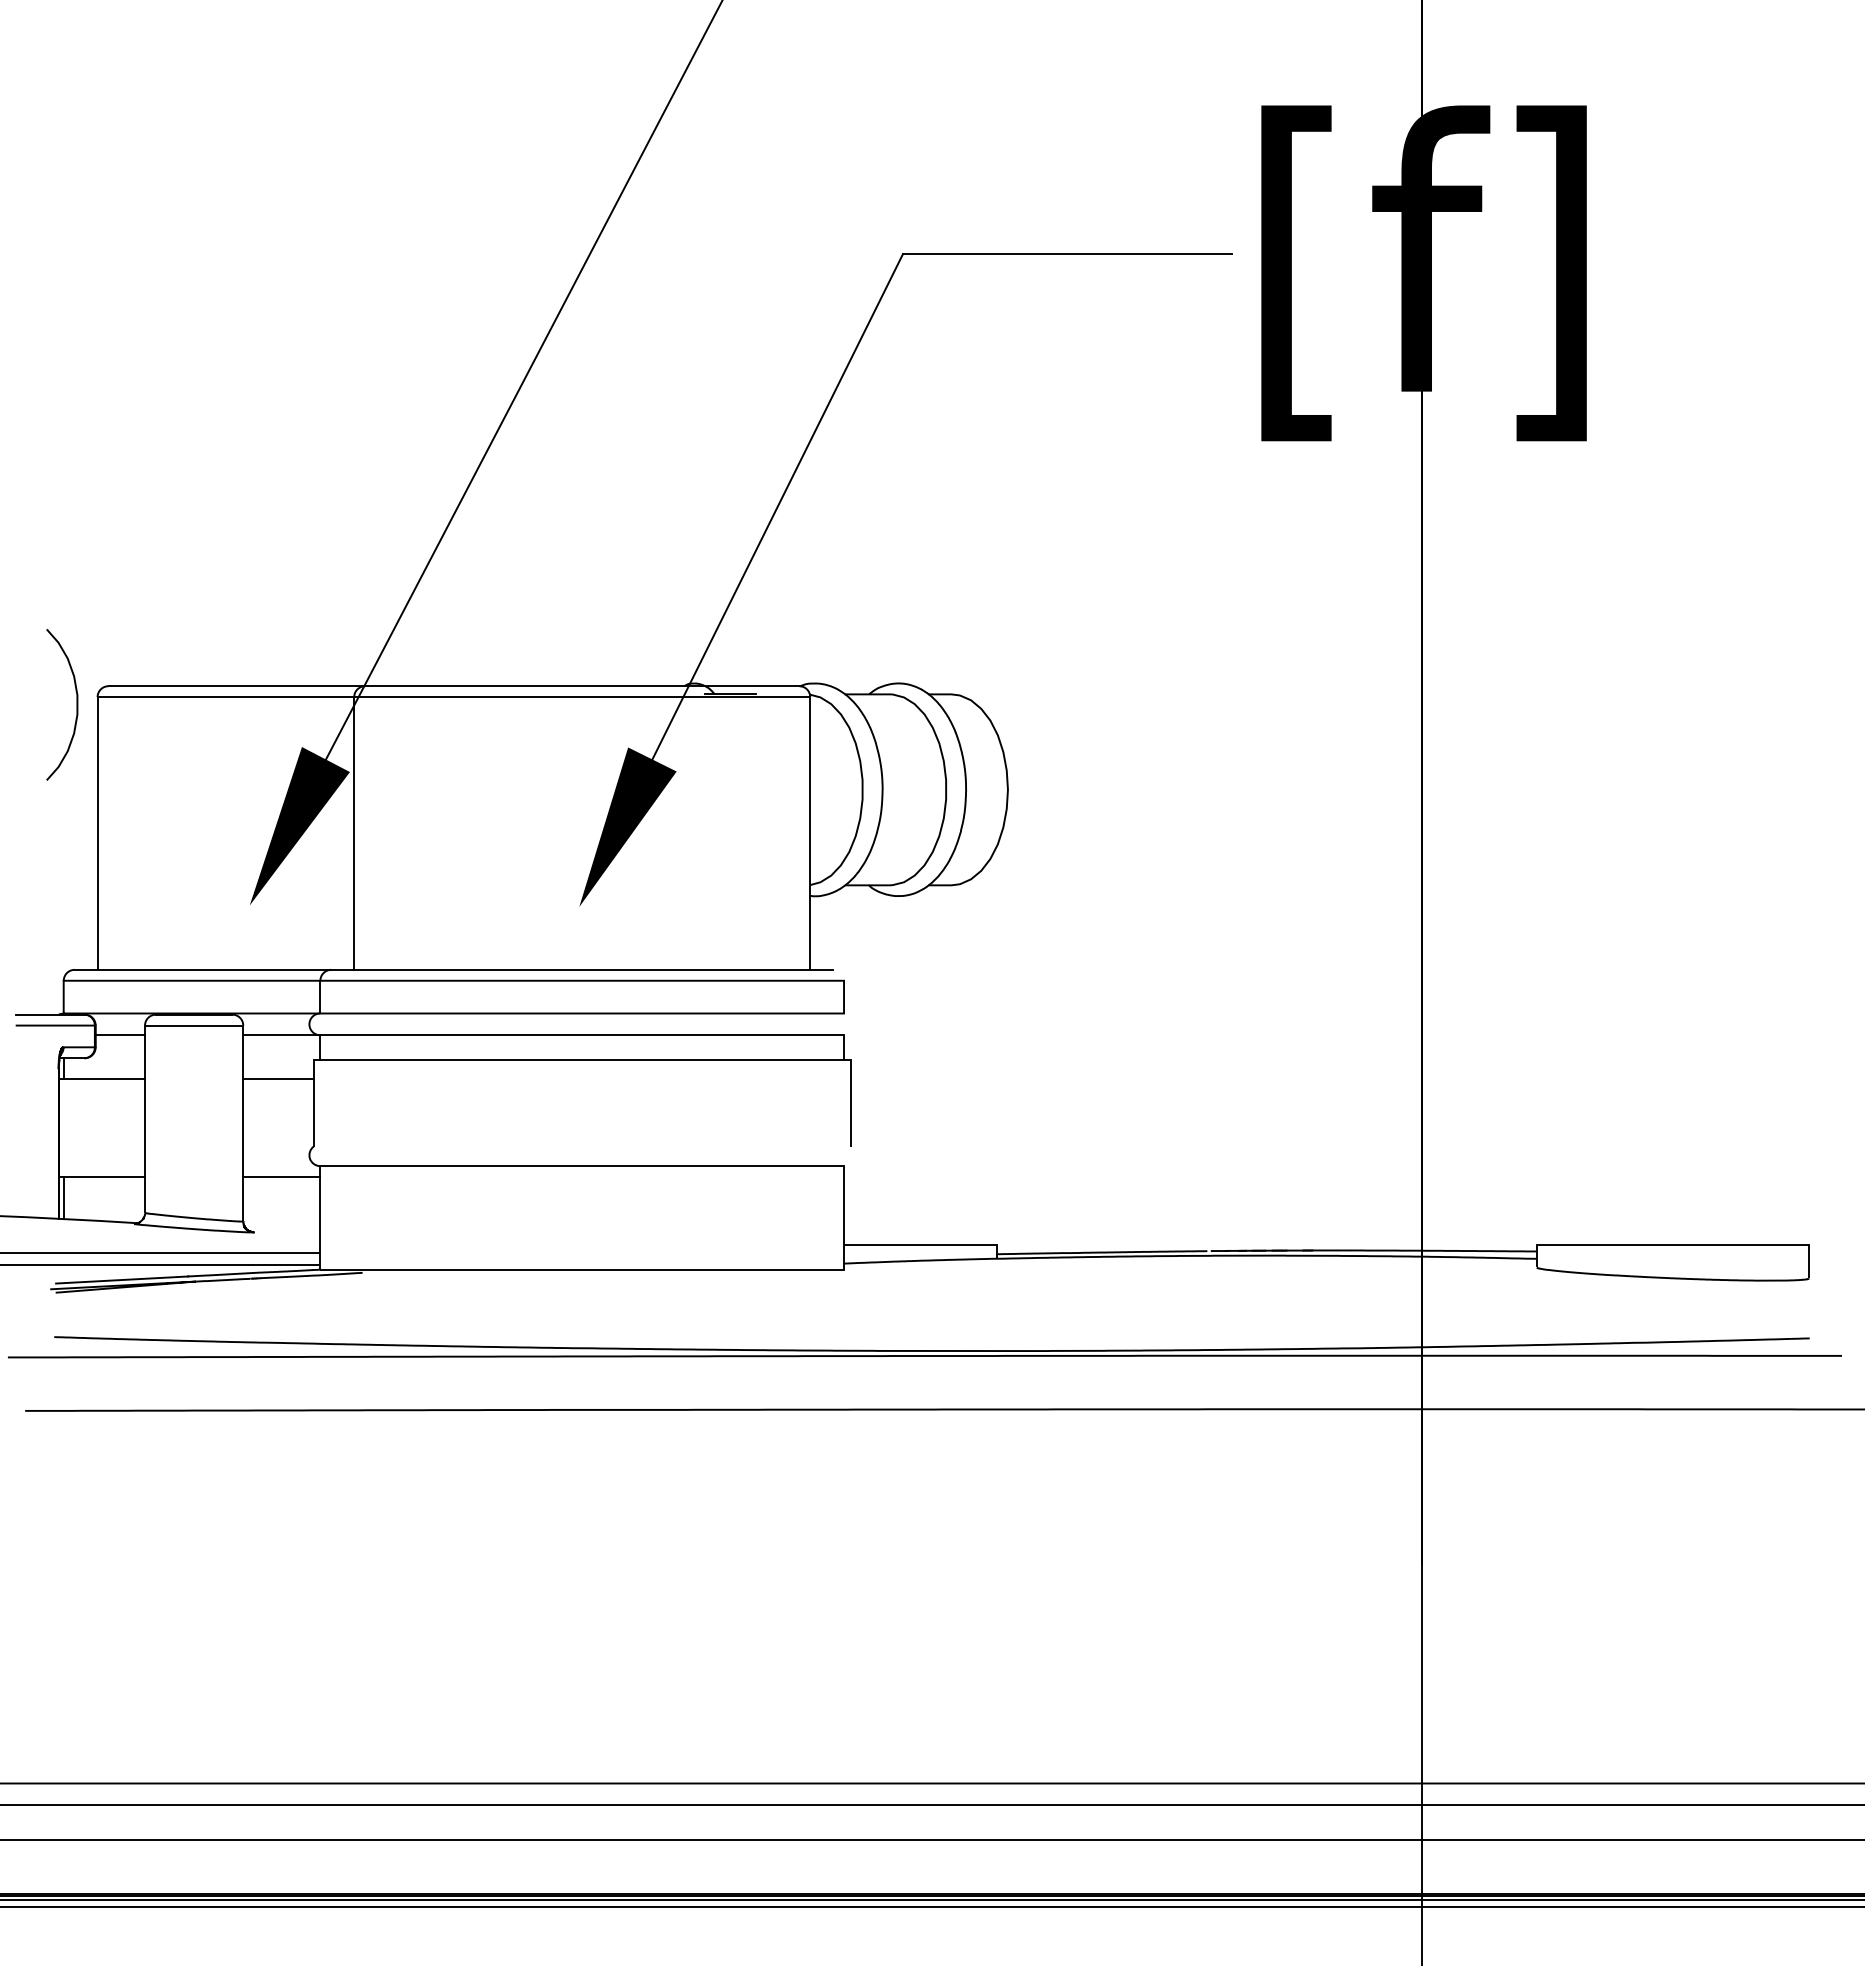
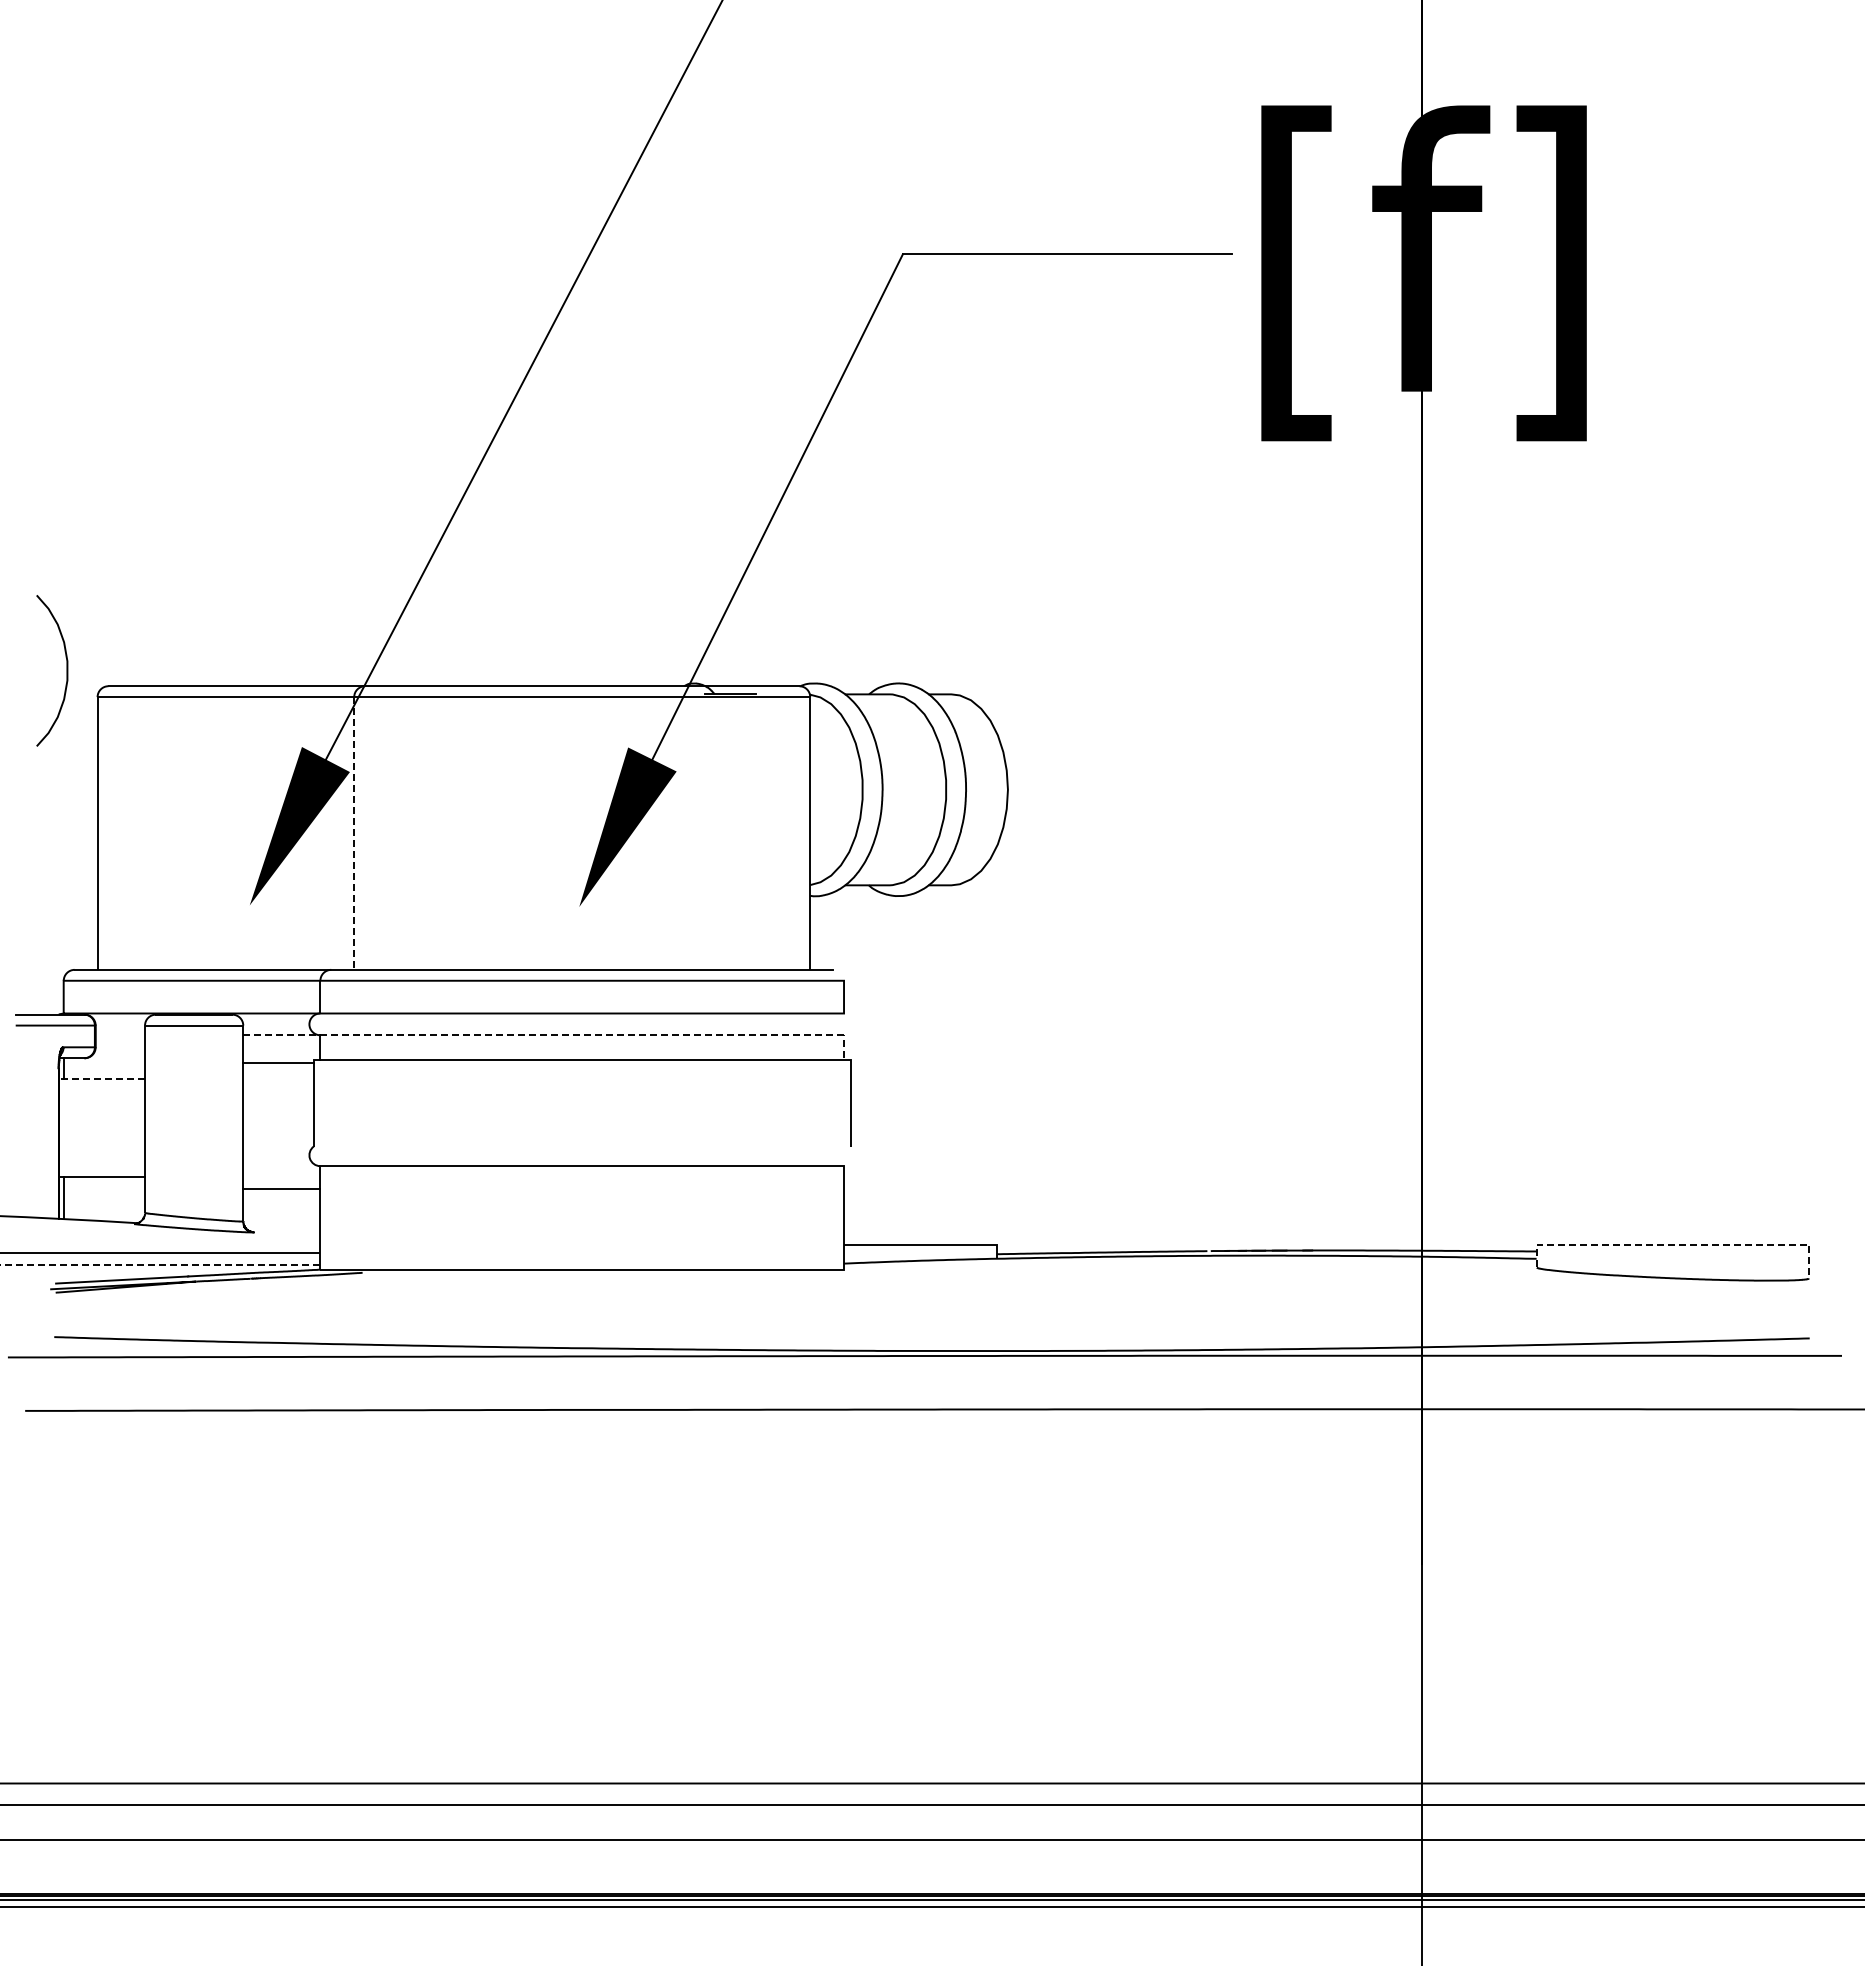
curve at (76, 704) position: (76, 704) -> (66, 670)
line at (354, 834): solid -> dashed
line at (120, 1035): present -> none
line at (557, 1035): solid -> dashed
line at (101, 1079): solid -> dashed
line at (278, 1079) position: (278, 1079) -> (278, 1063)
line at (281, 1177) position: (281, 1177) -> (281, 1189)
line at (1678, 1244): solid -> dashed
line at (160, 1265): solid -> dashed
